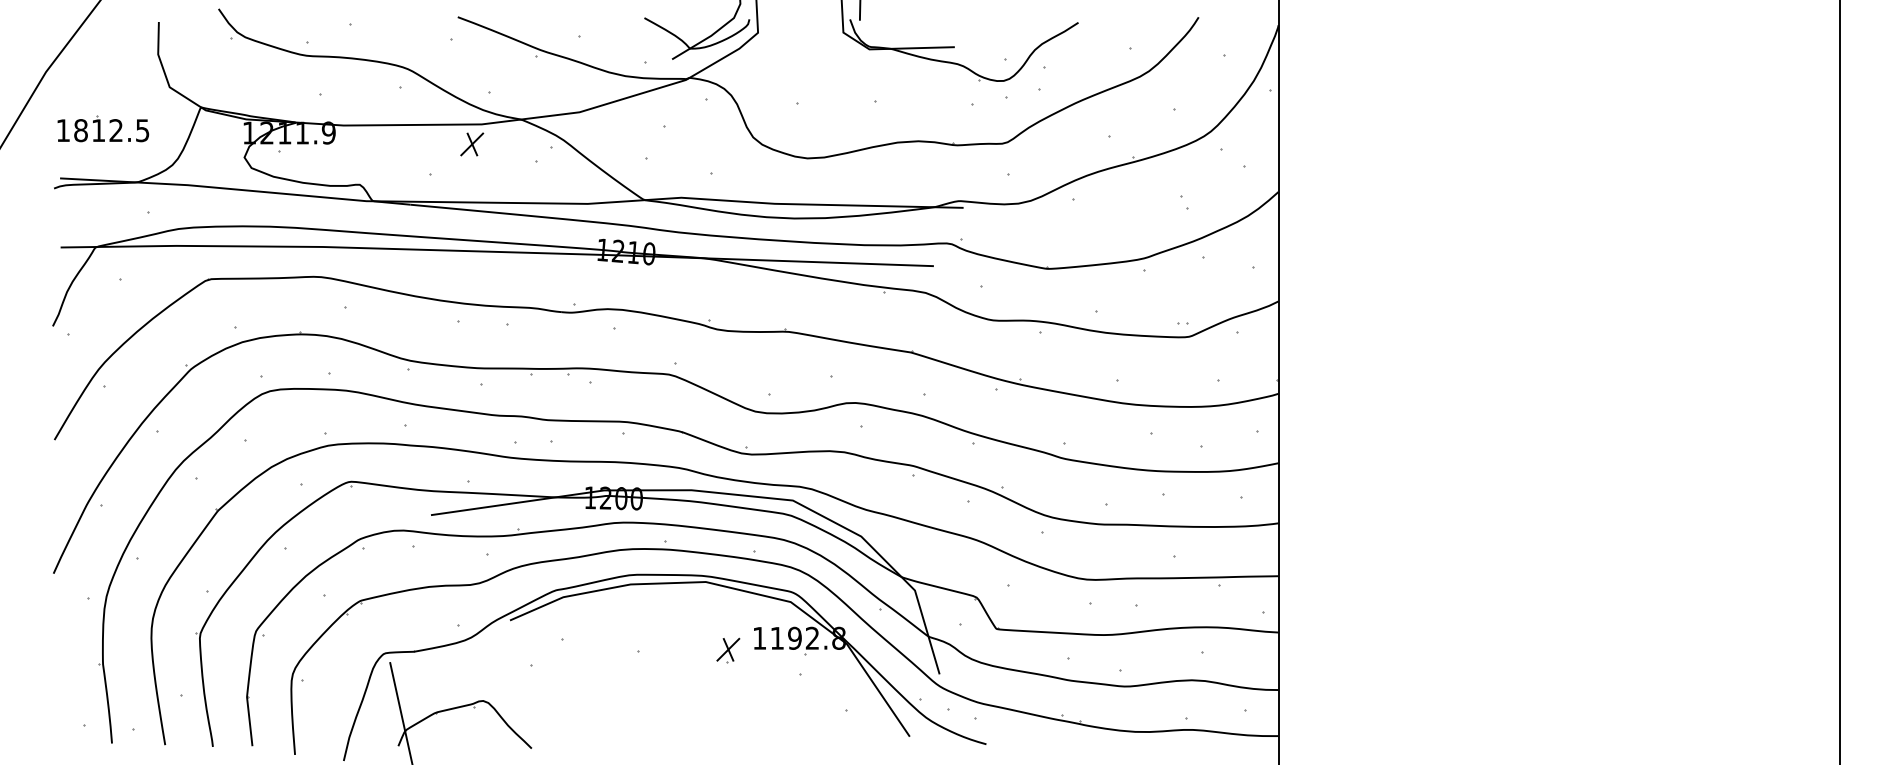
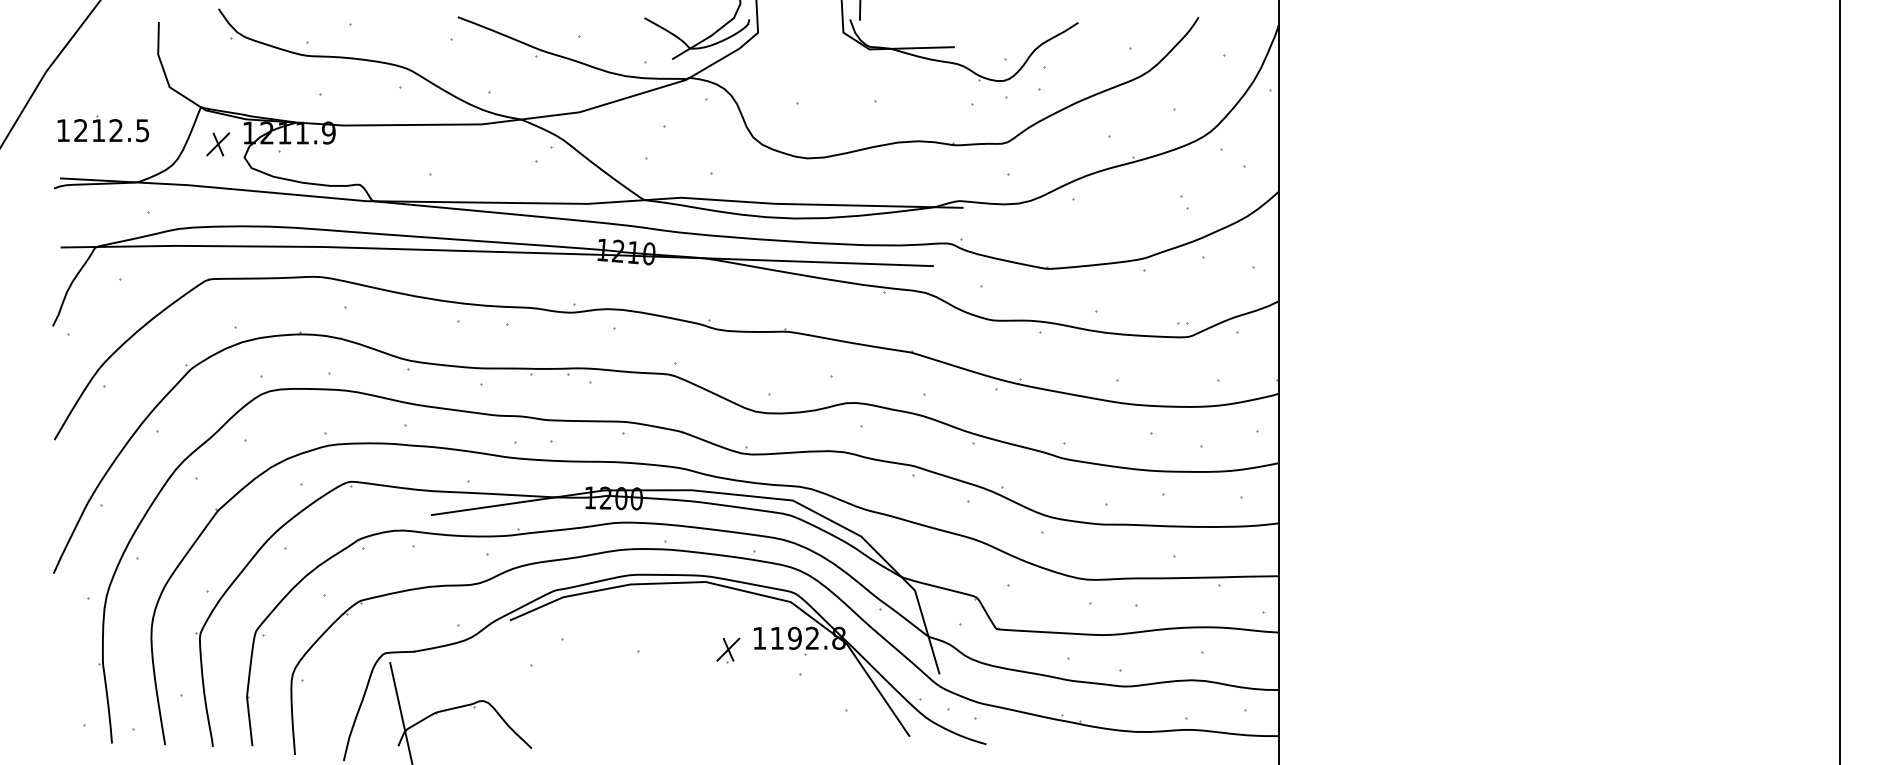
text at (80, 130): 1812.5 -> 1212.5
part at (472, 144) position: (472, 144) -> (218, 144)
